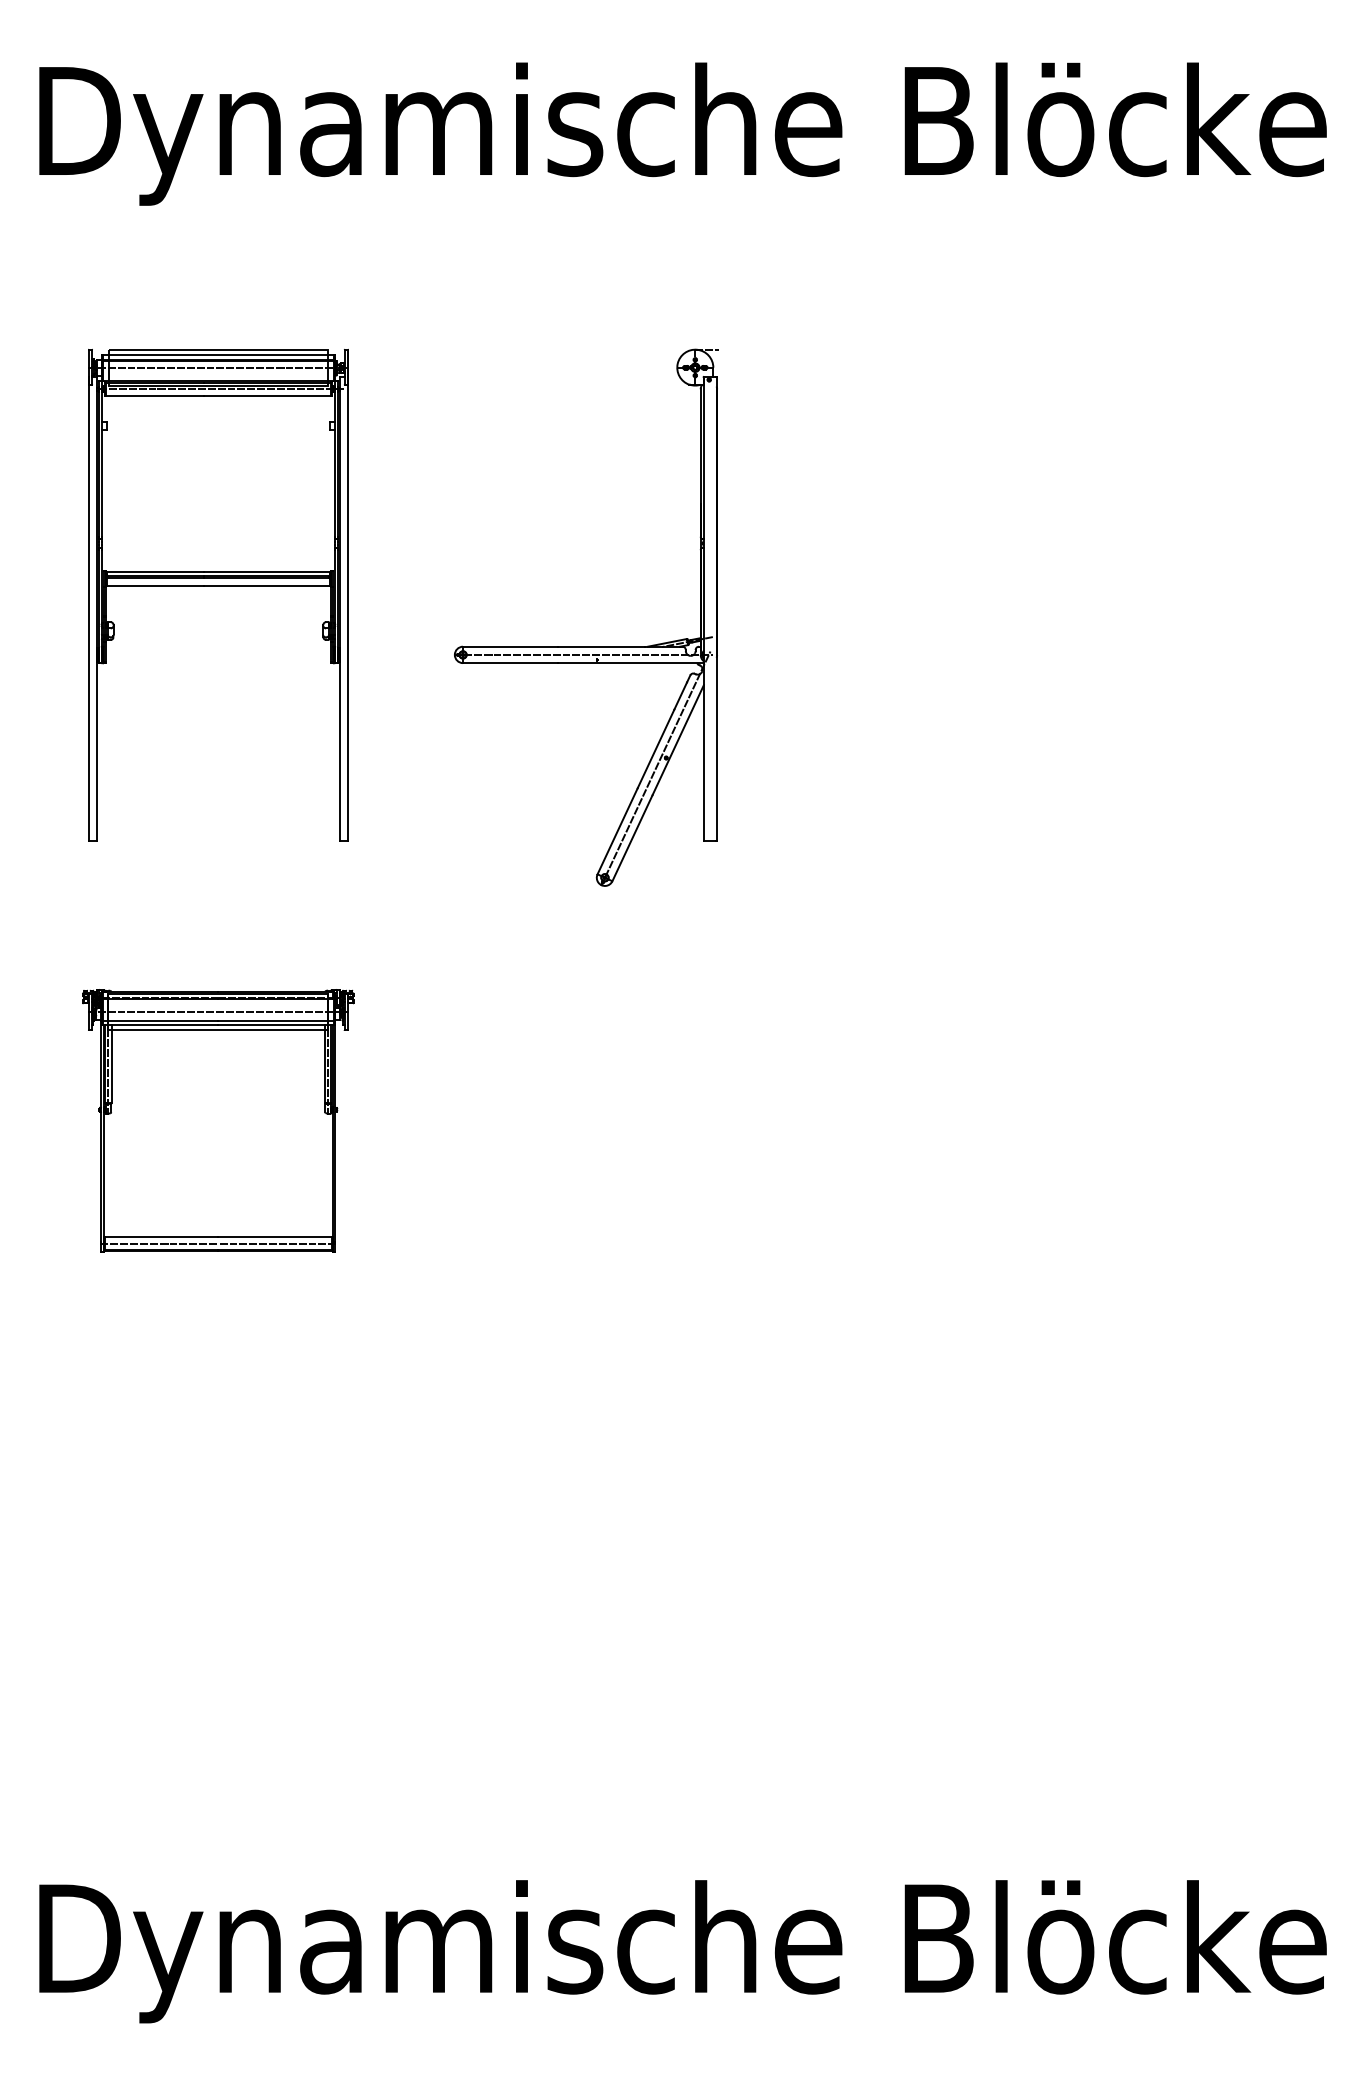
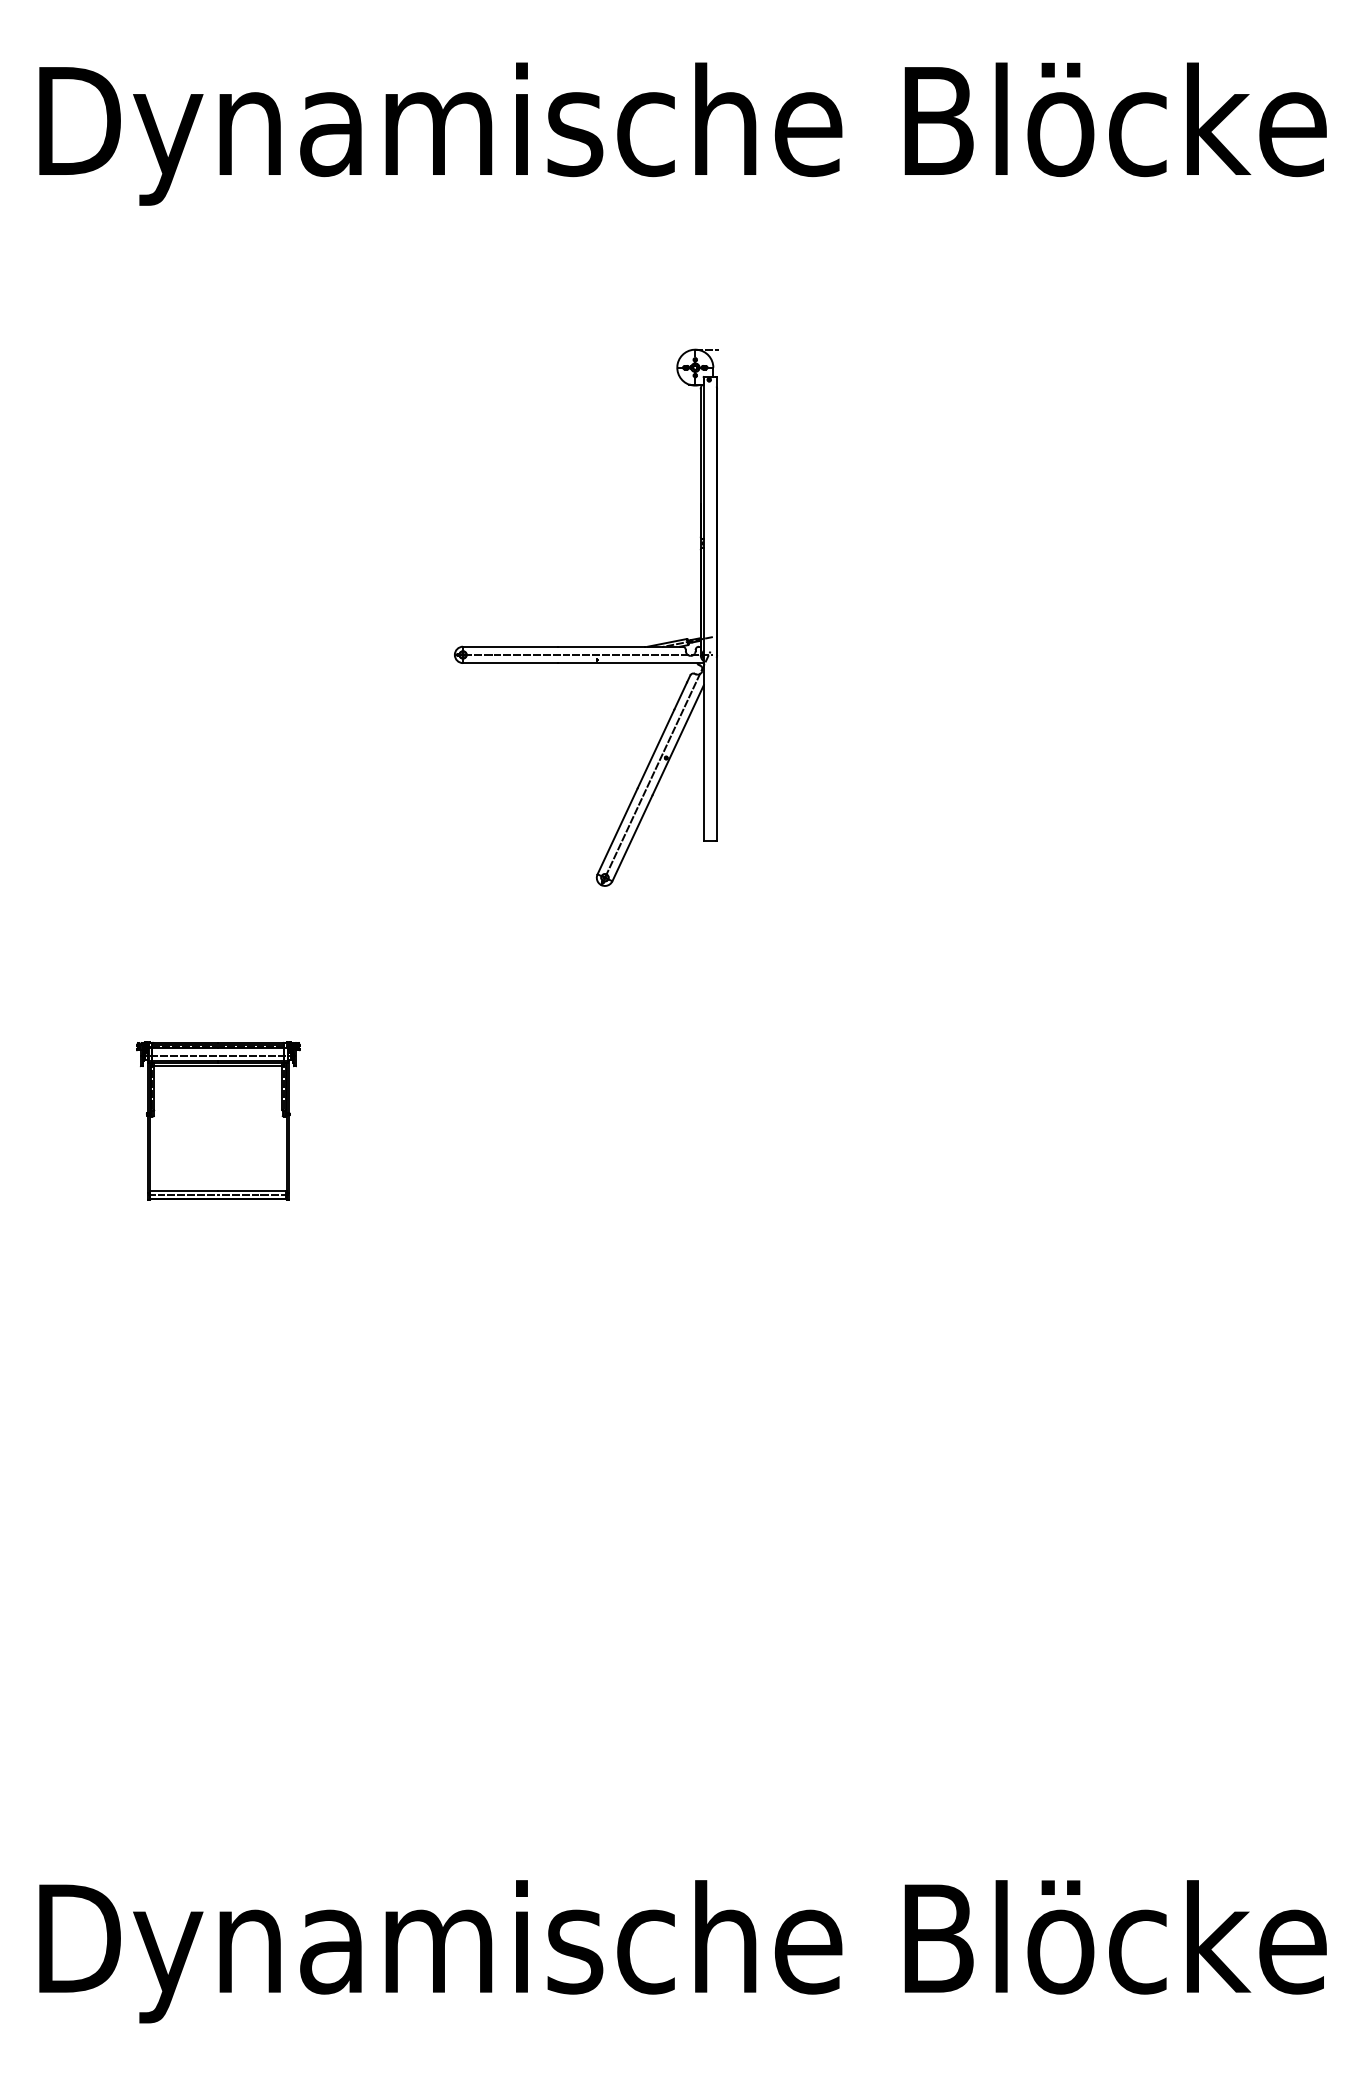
part at (218, 586): present -> none
part at (218, 1120) size: 273x264 px -> 165x160 px
